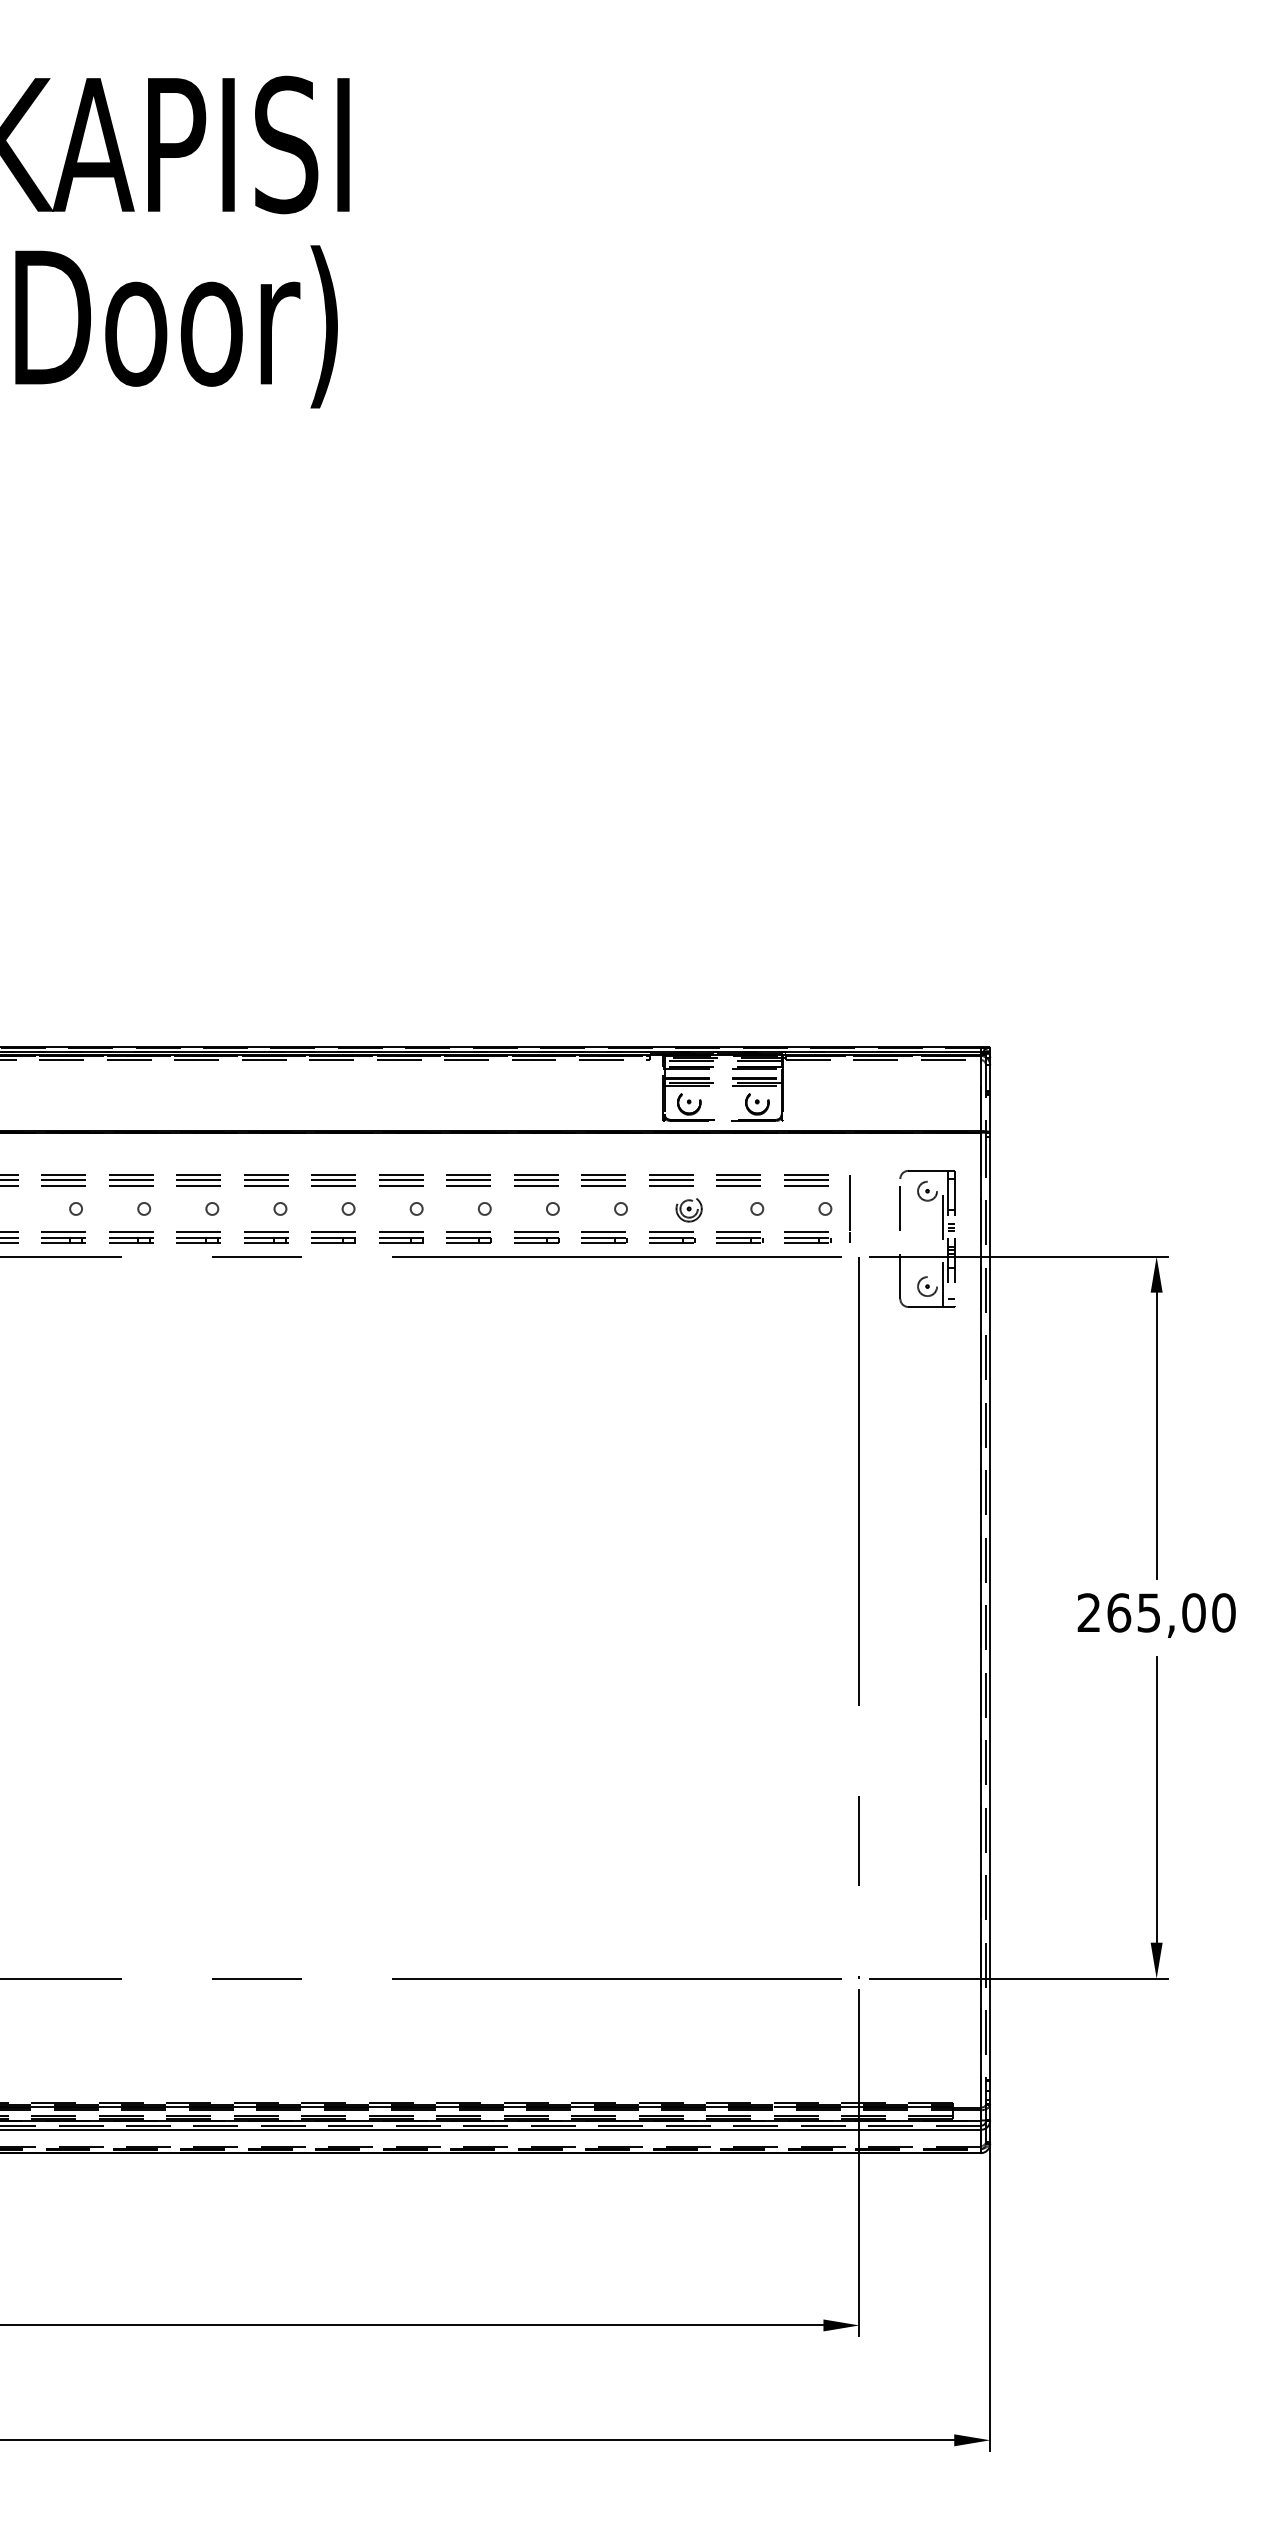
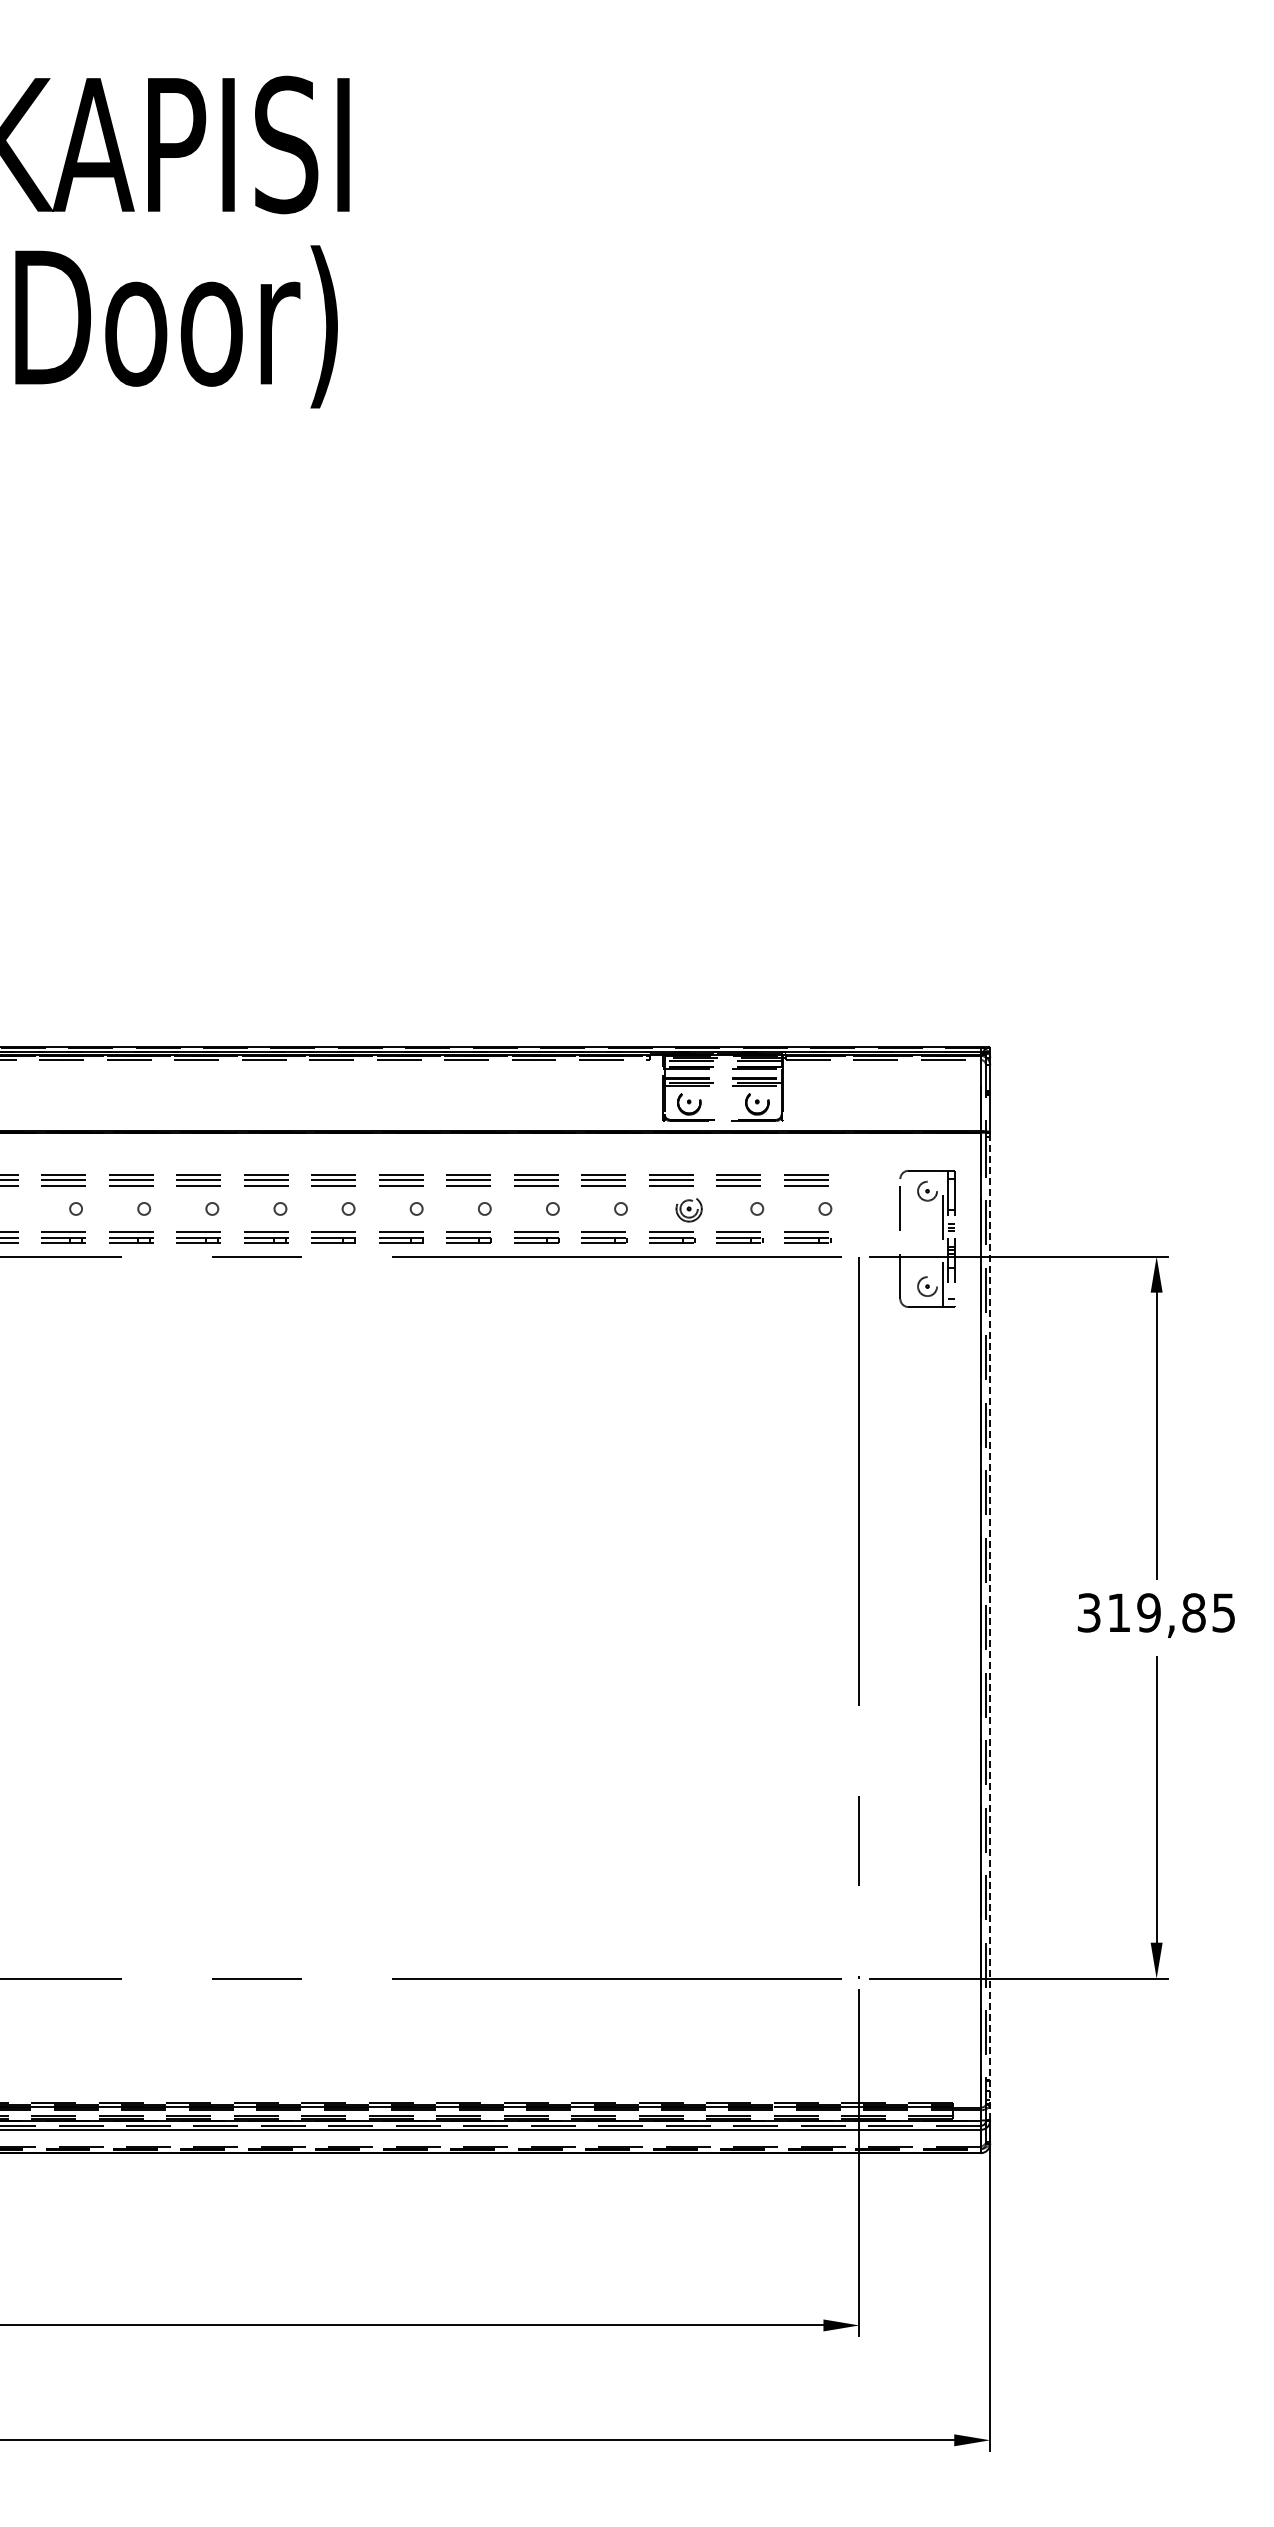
line at (849, 1208): present -> none
text at (1156, 1612): 265,00 -> 319,85
line at (990, 1626): solid -> dashed
